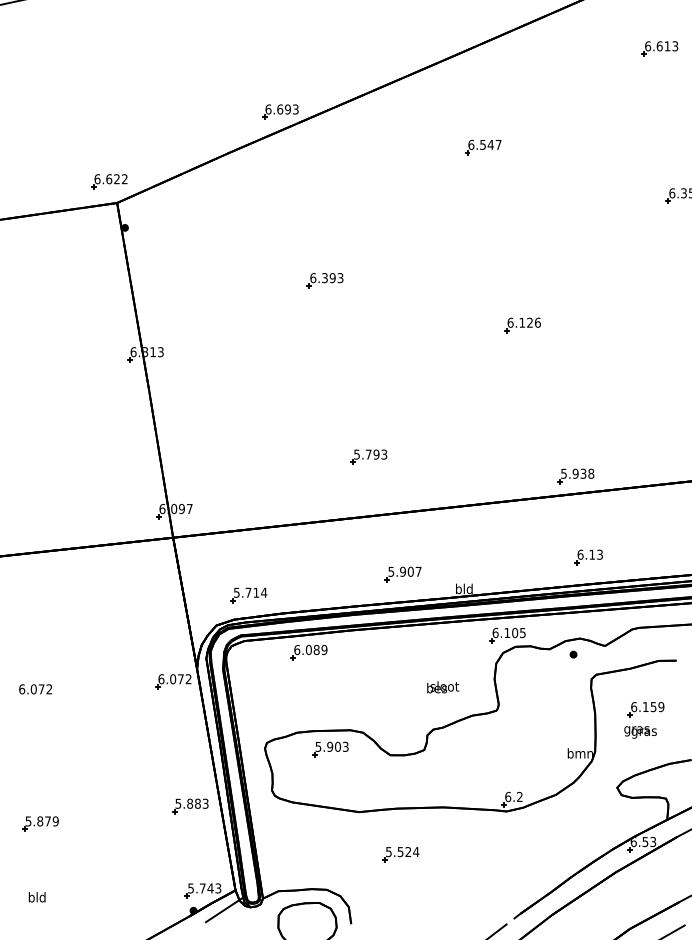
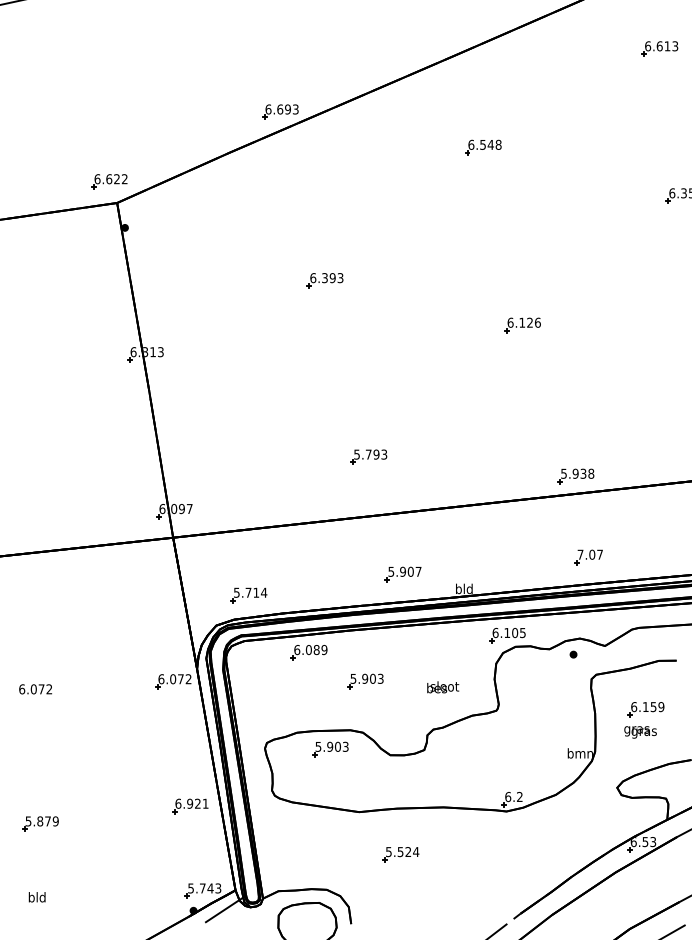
text at (498, 144): 6.547 -> 6.548
text at (589, 554): 6.13 -> 7.07
part at (365, 681): none -> present
text at (191, 803): 5.883 -> 6.921
